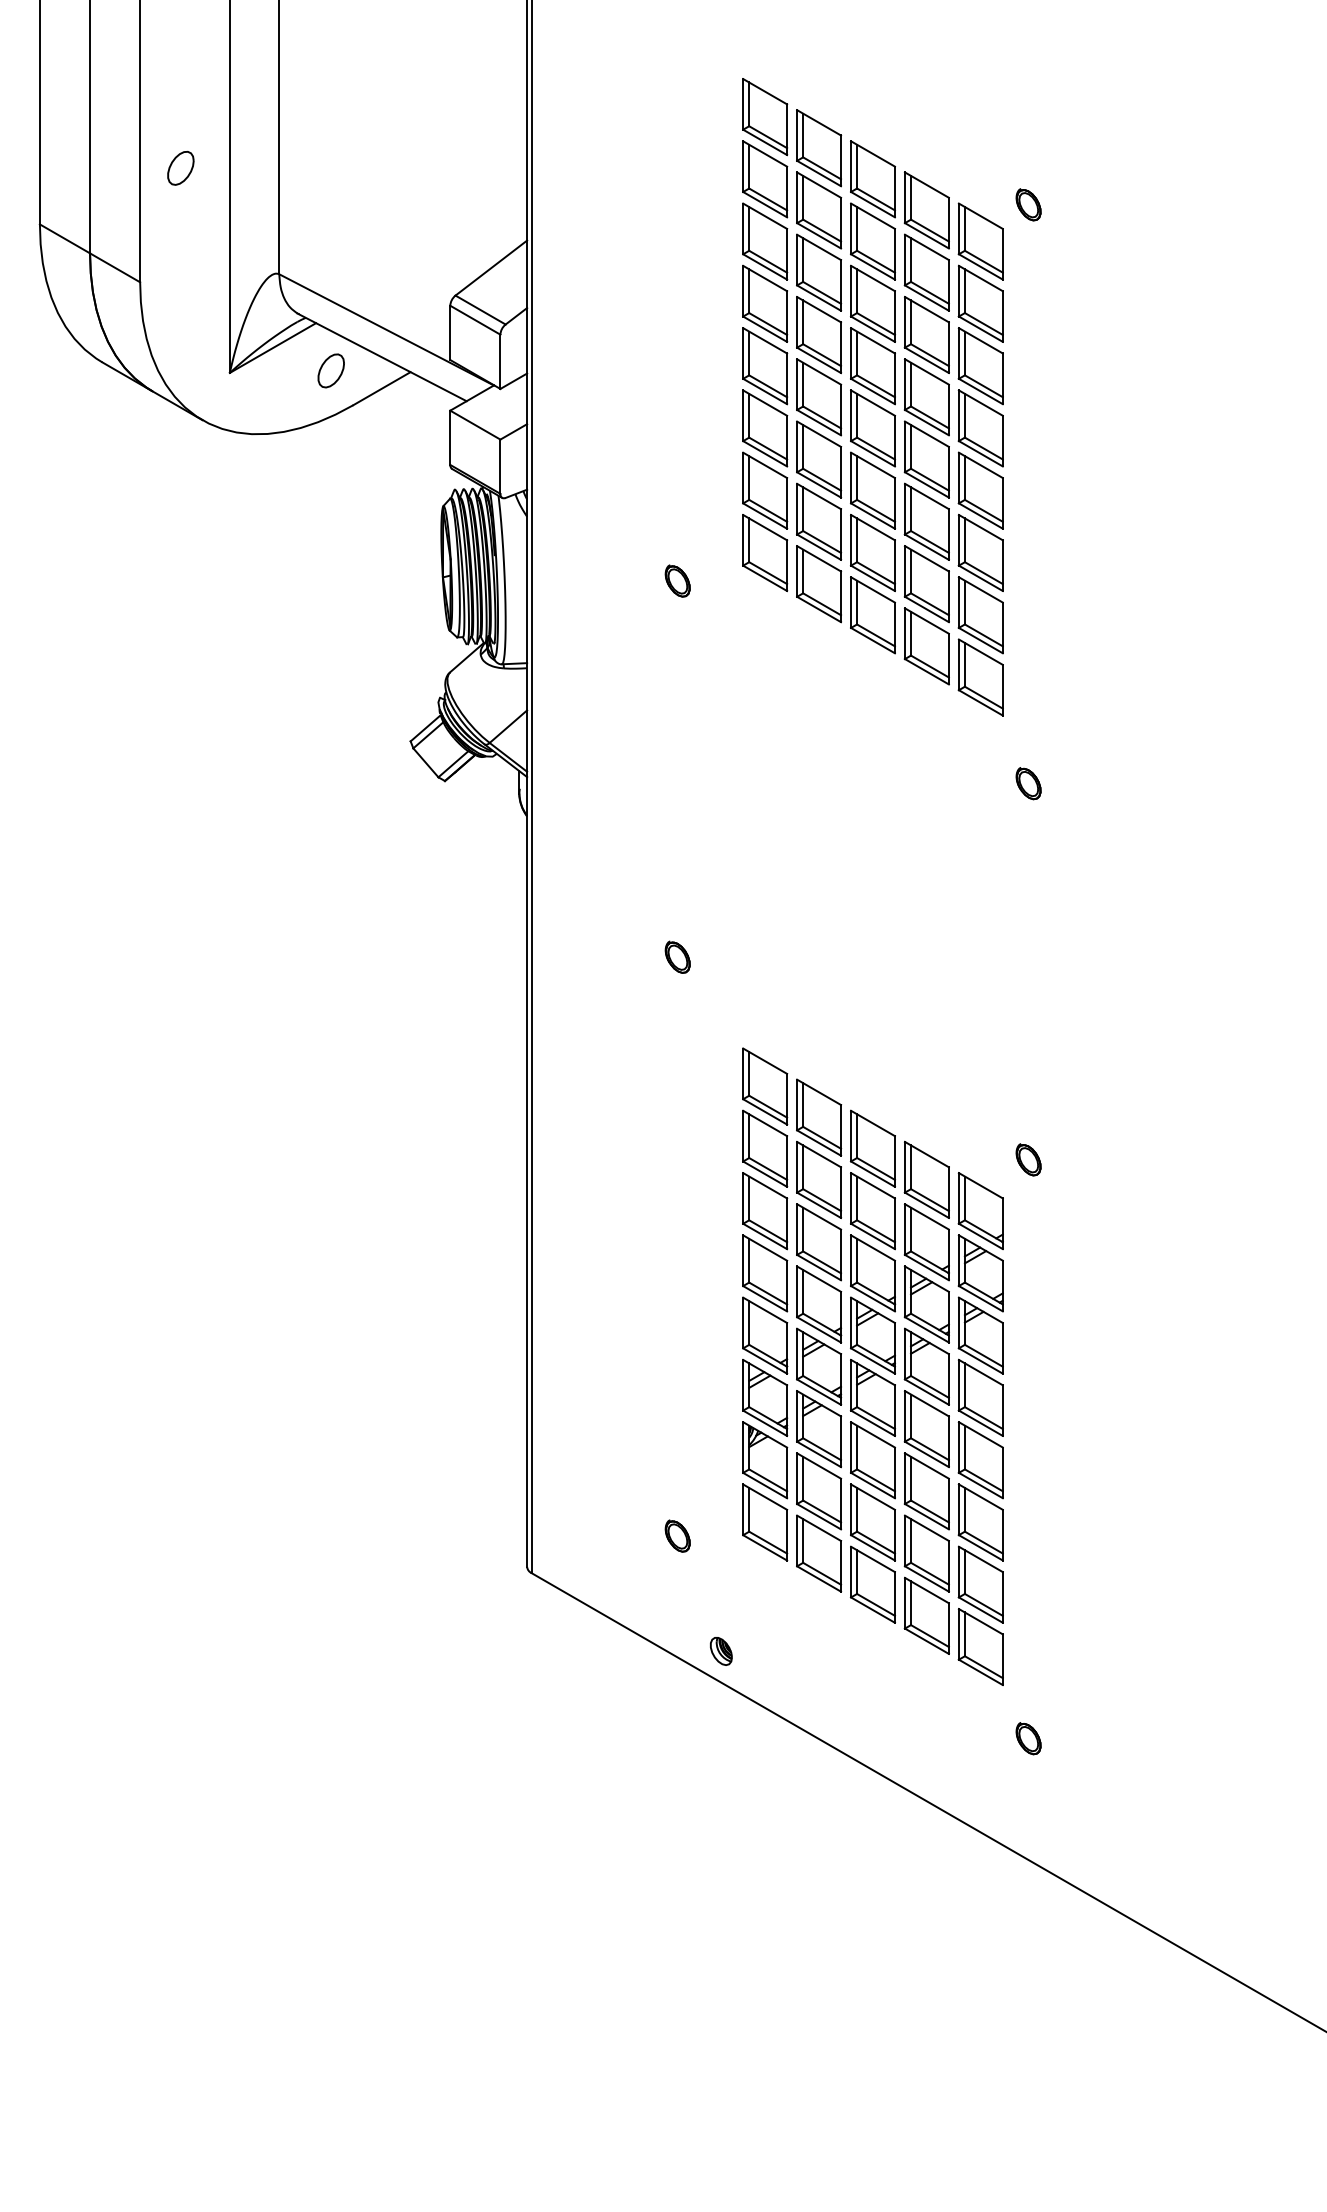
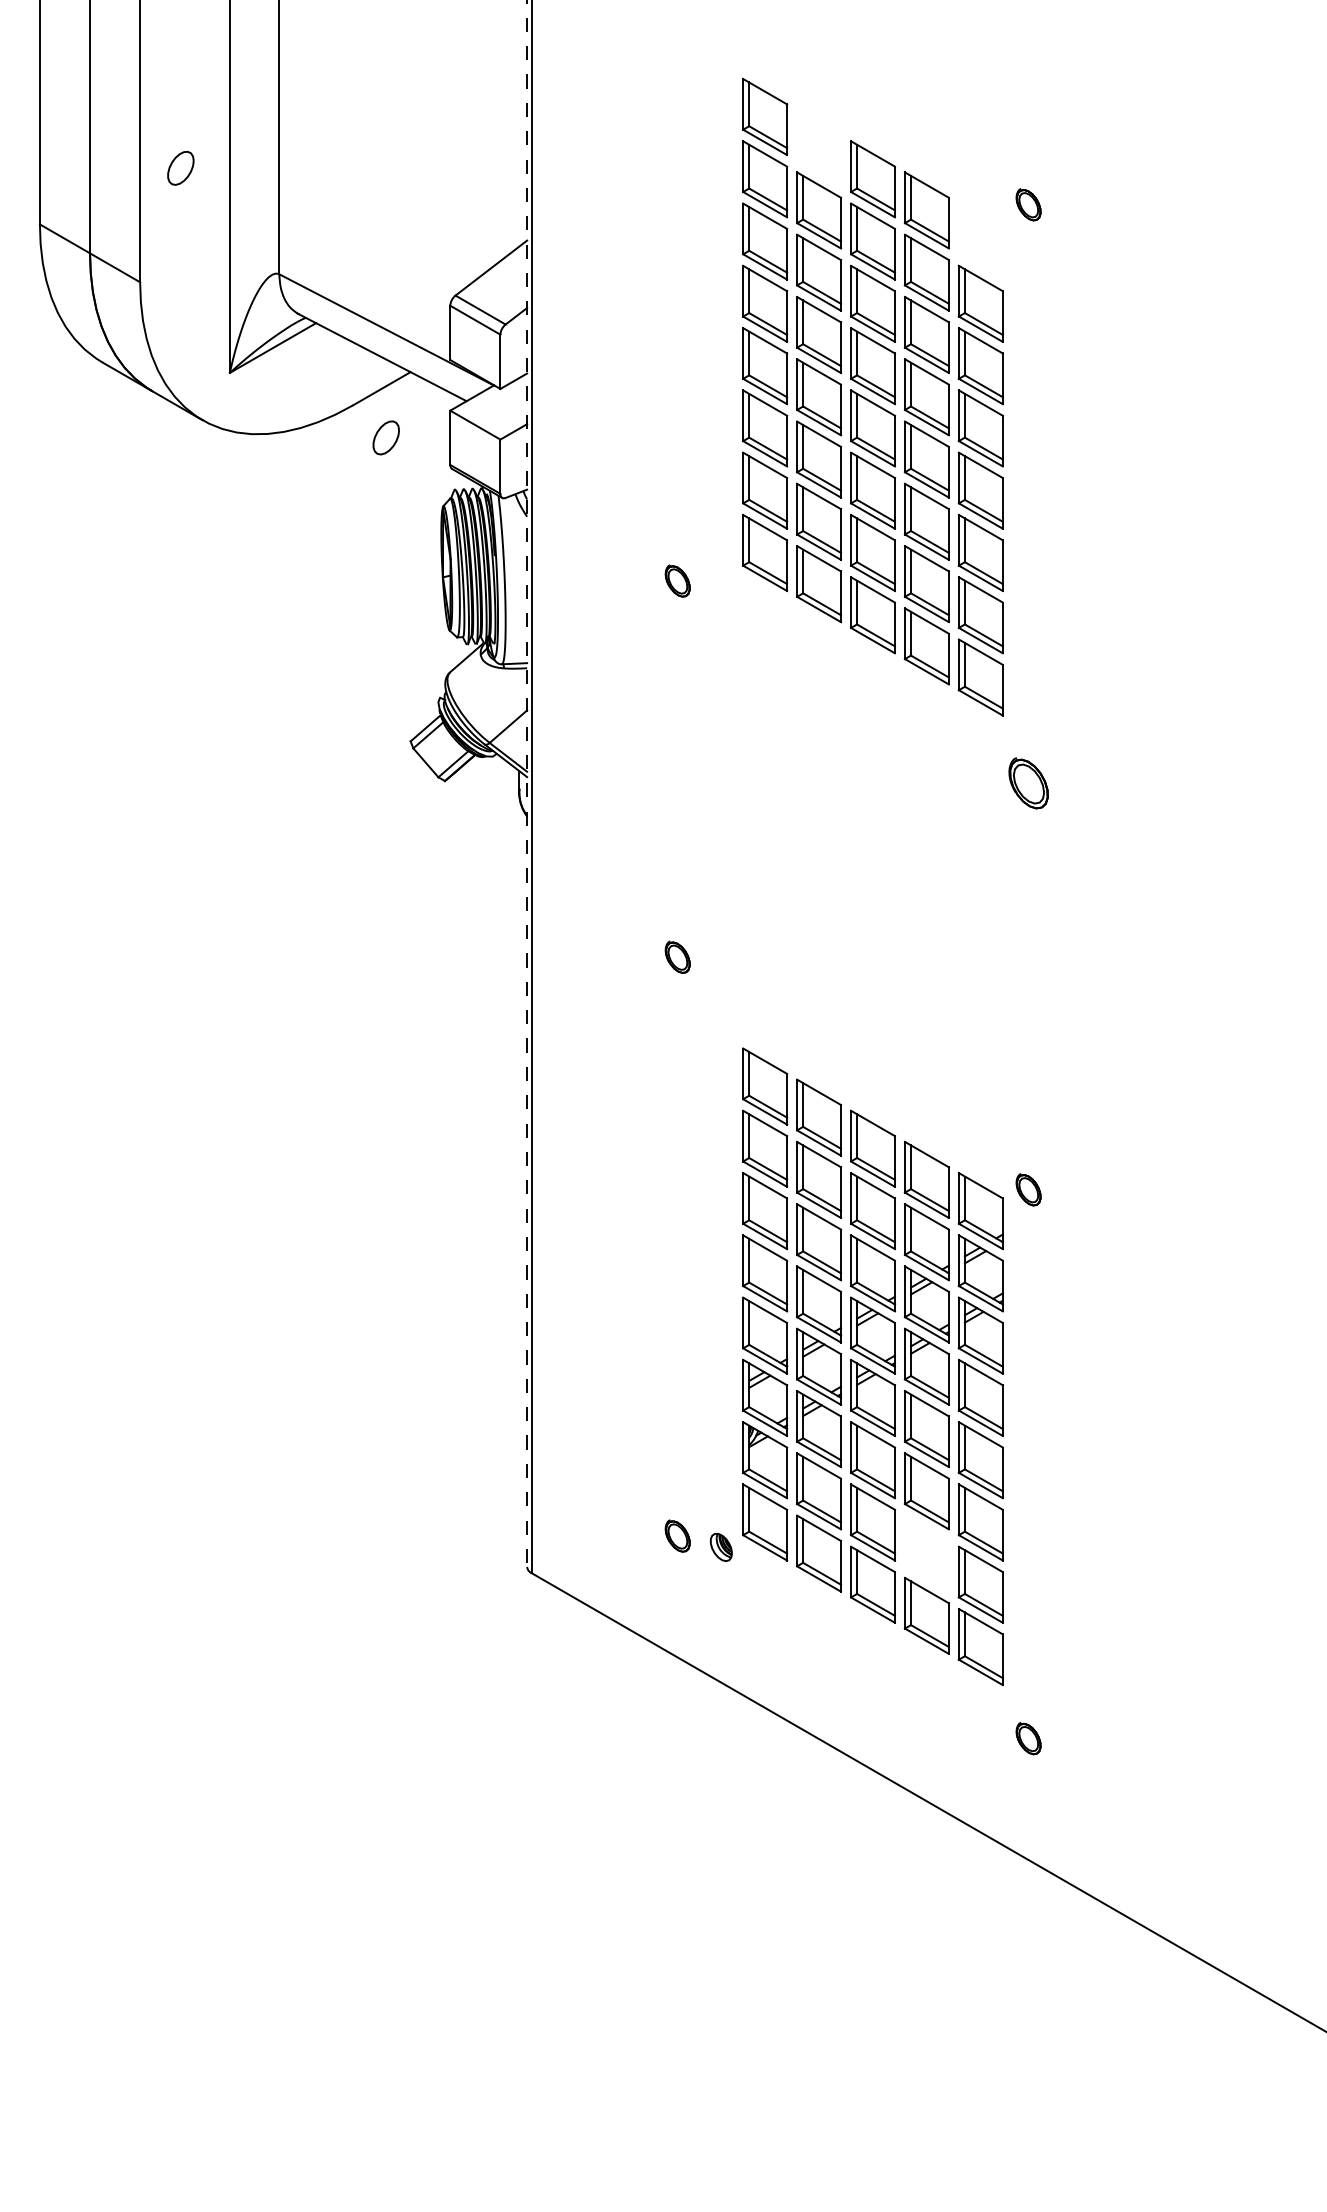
part at (819, 148): present -> none
part at (980, 241): present -> none
part at (330, 370) position: (330, 370) -> (385, 437)
part at (1028, 783) size: 27x34 px -> 41x53 px
line at (527, 784): solid -> dashed
part at (1028, 1159) position: (1028, 1159) -> (1028, 1189)
part at (926, 1553): present -> none
part at (721, 1651) position: (721, 1651) -> (721, 1547)
